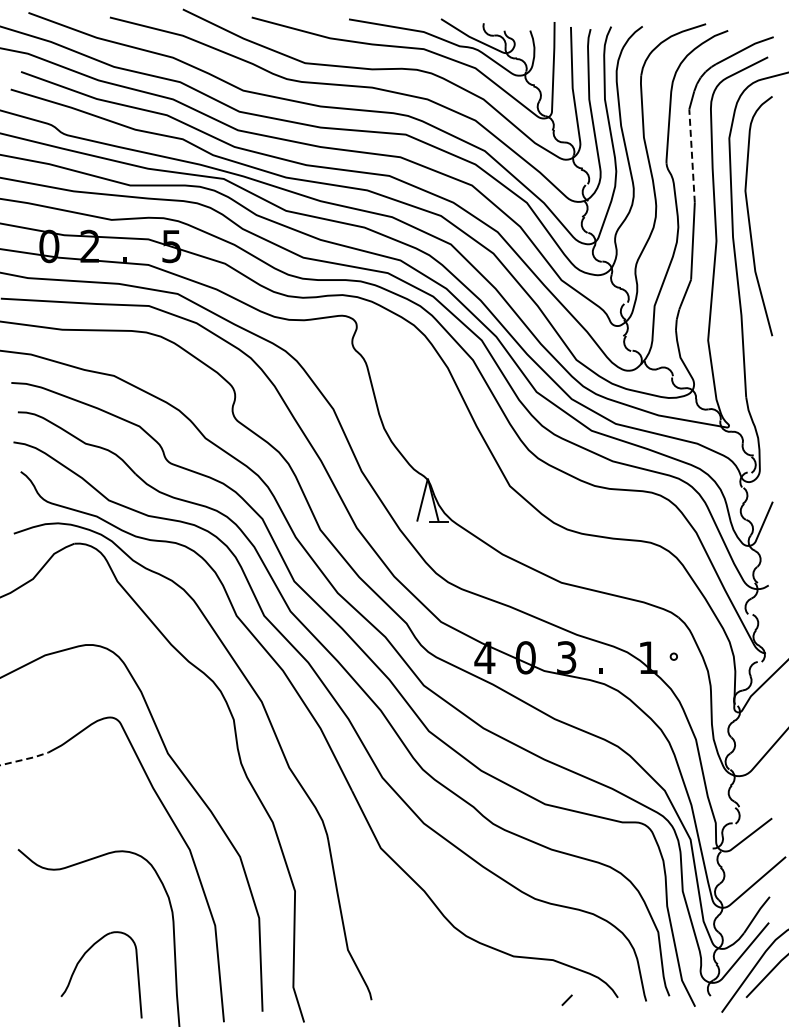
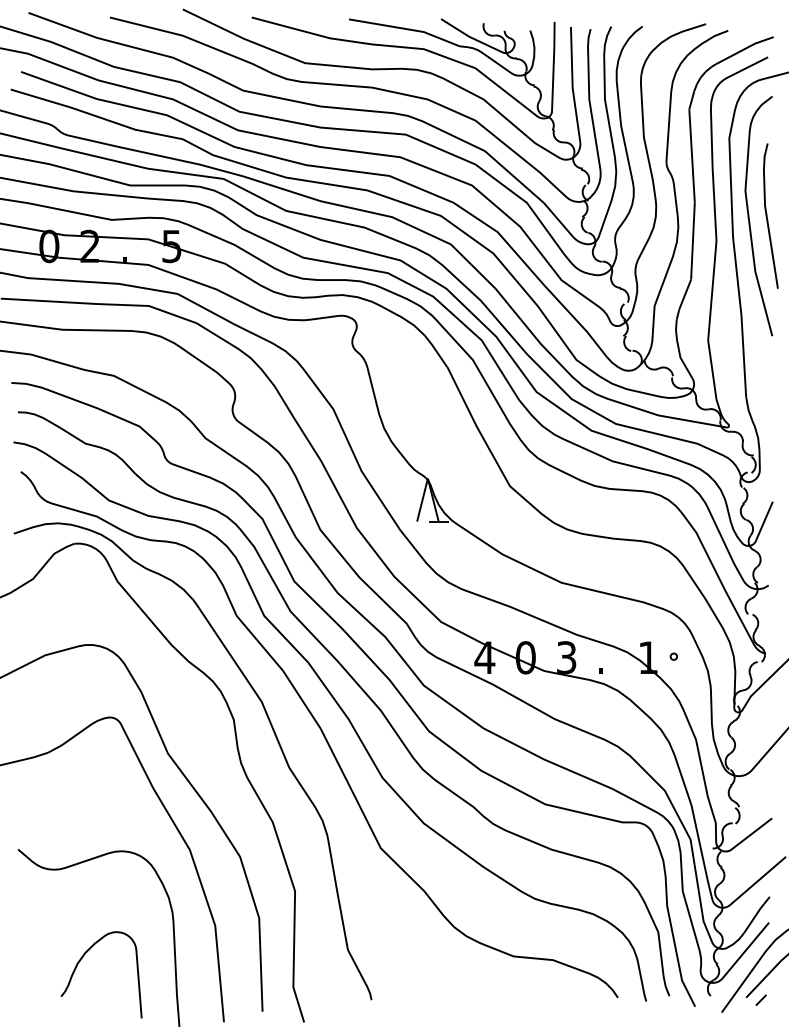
line at (692, 156): dashed -> solid
line at (767, 215): none -> present
line at (26, 759): dashed -> solid
line at (566, 999) position: (566, 999) -> (760, 999)
